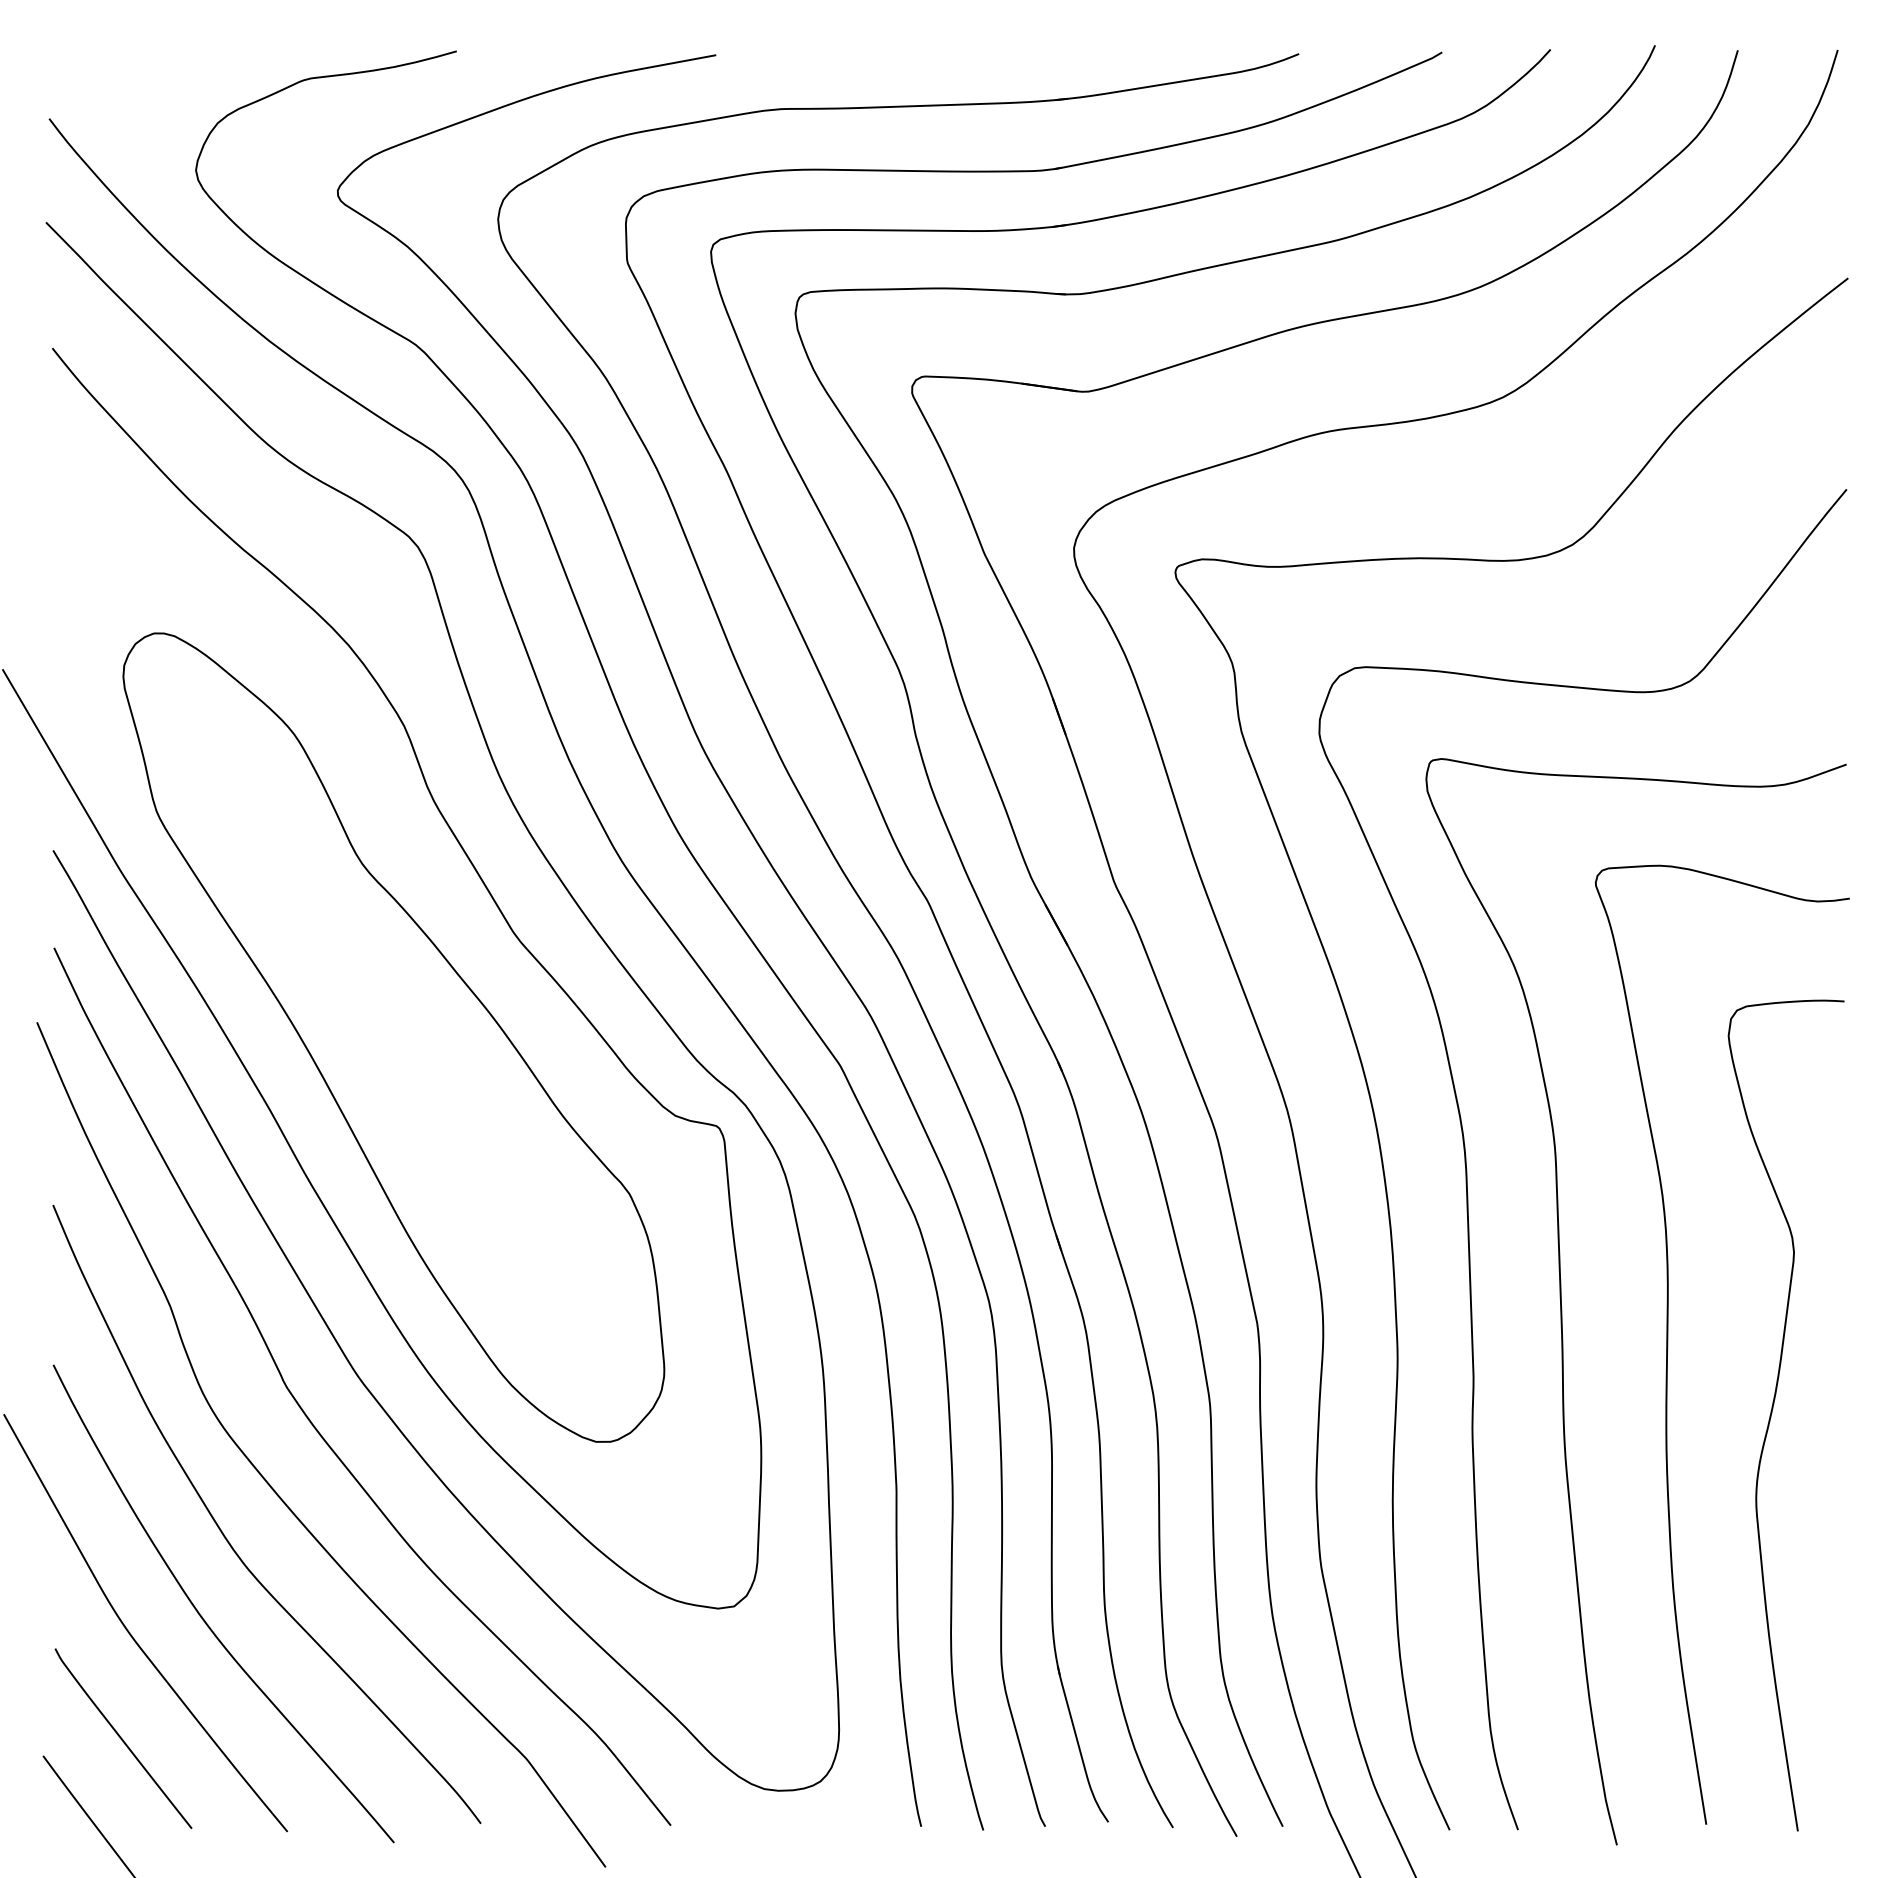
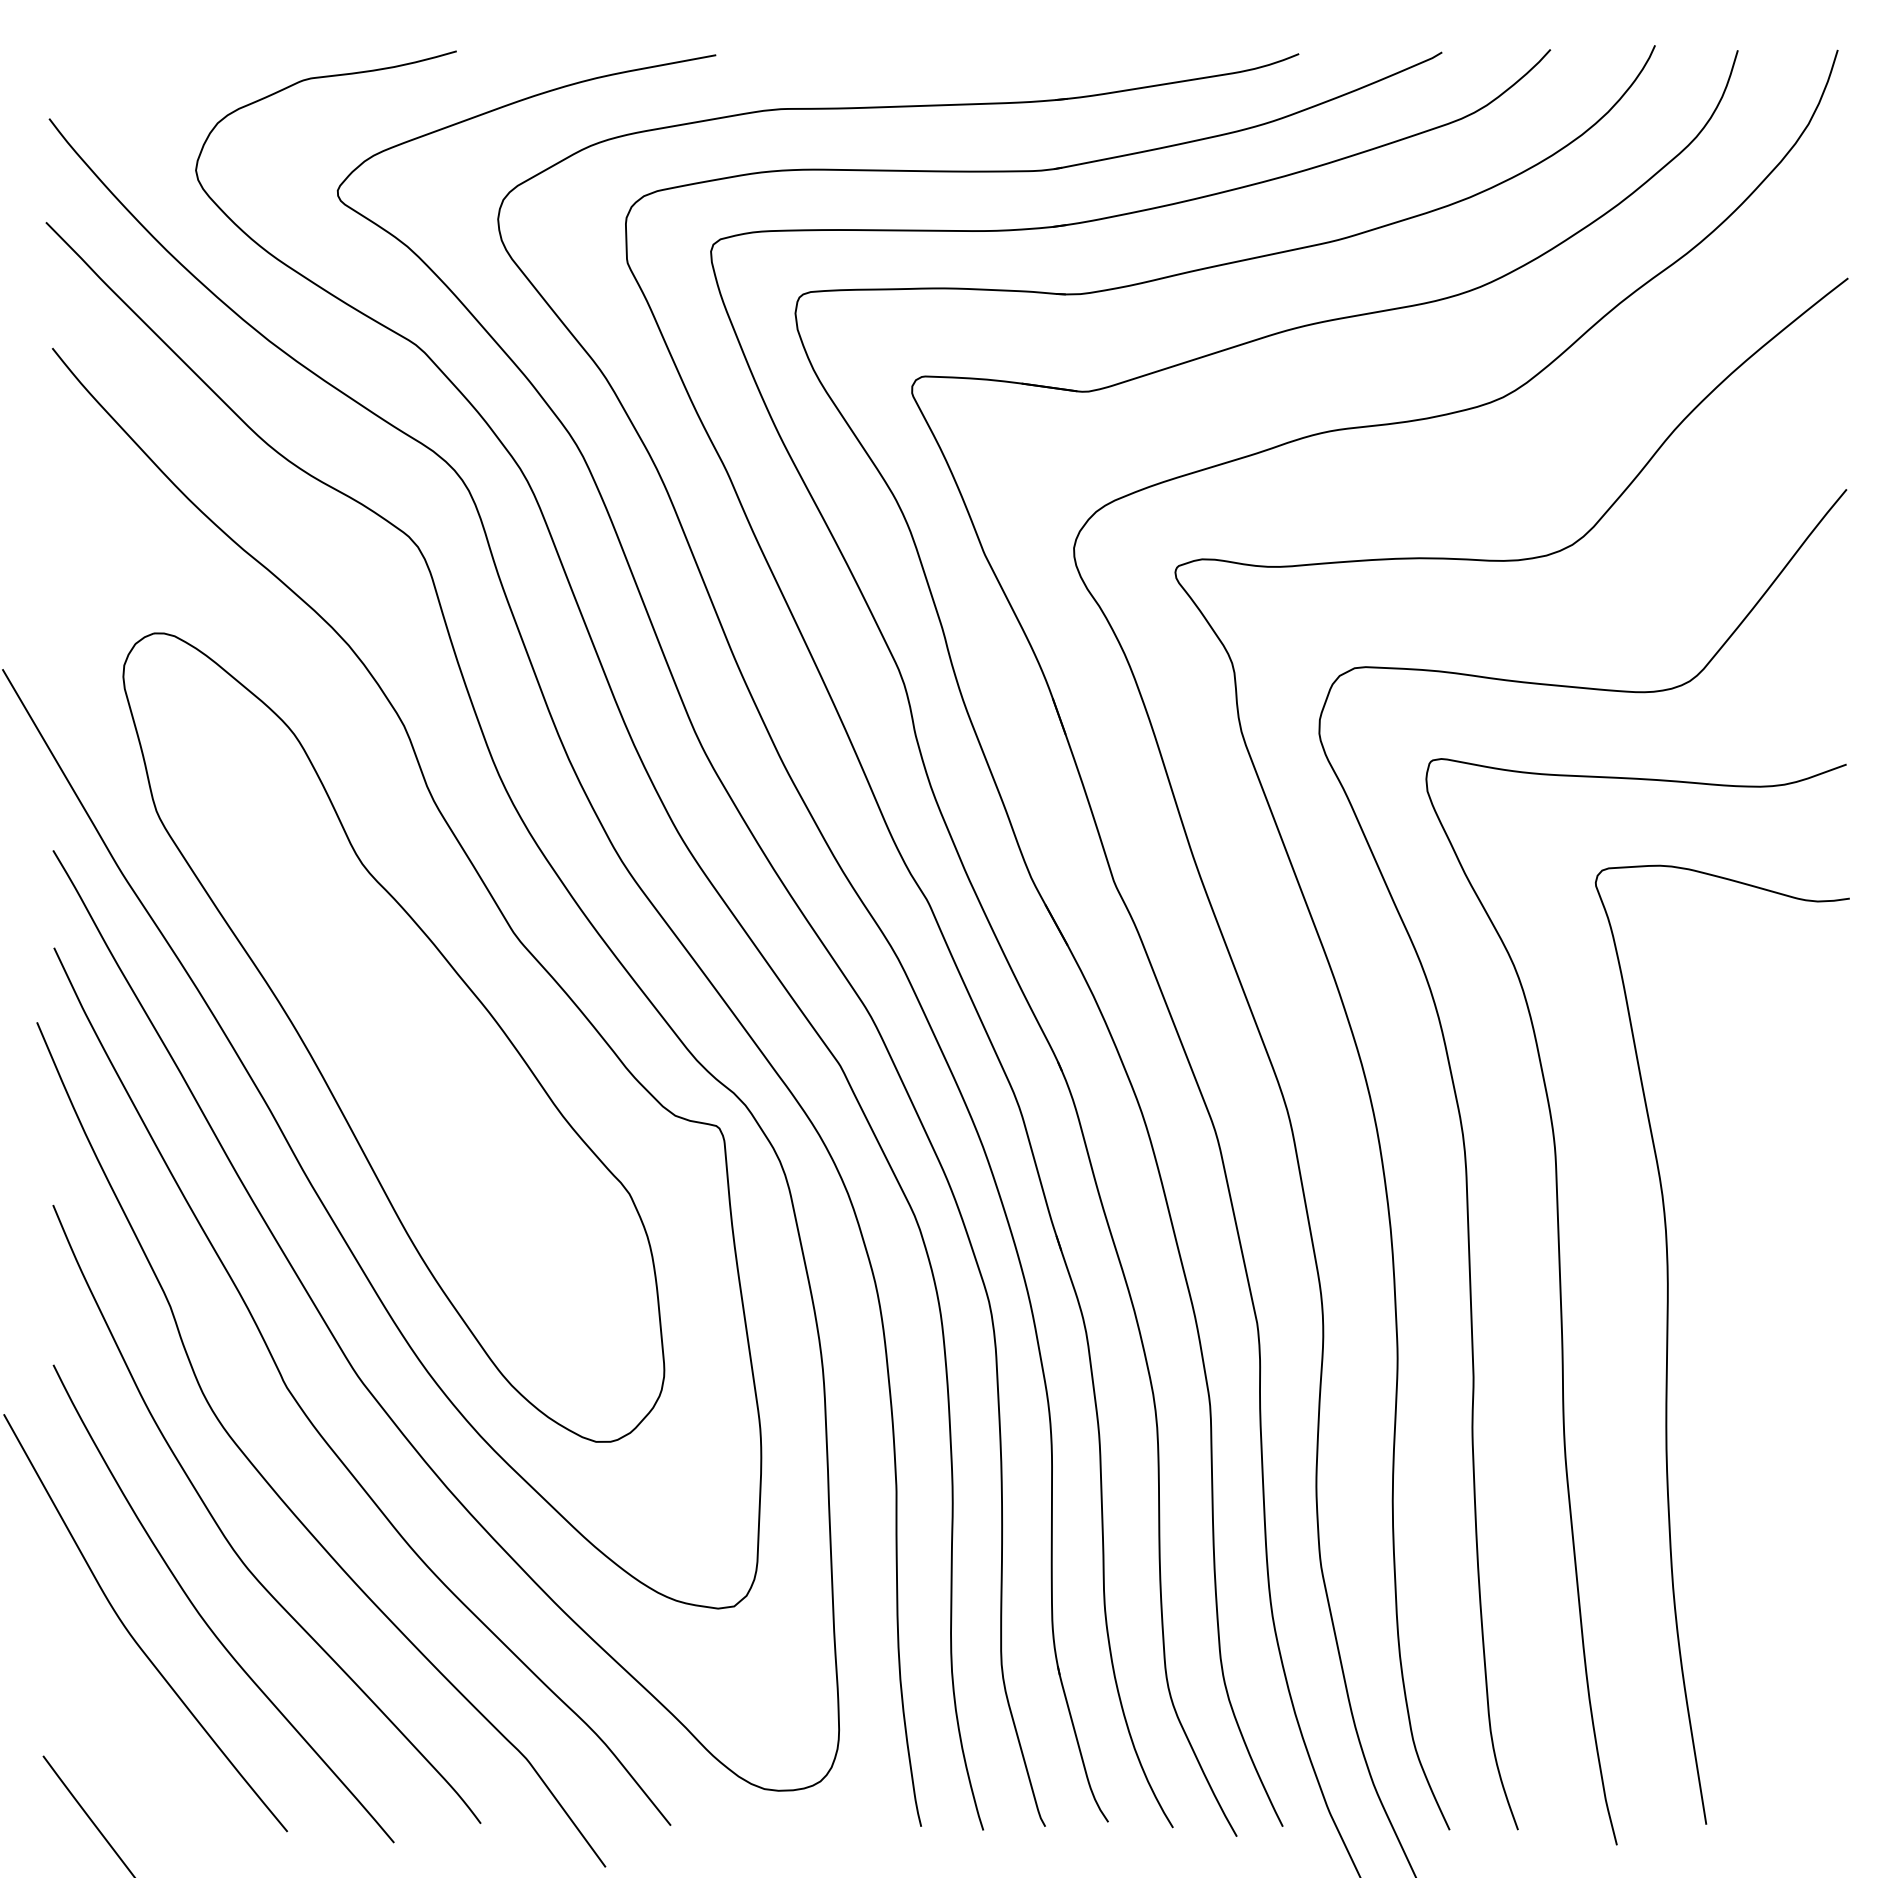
curve at (1772, 1413): present -> none
curve at (122, 1738): present -> none
